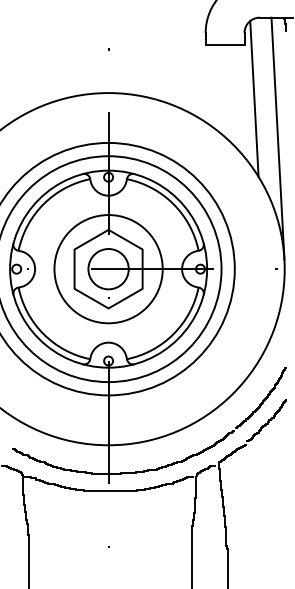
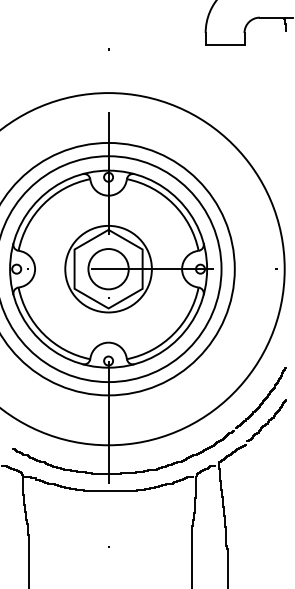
line at (254, 98): present -> none
line at (277, 138): present -> none
circle at (108, 269) diameter: 108 px -> 87 px
